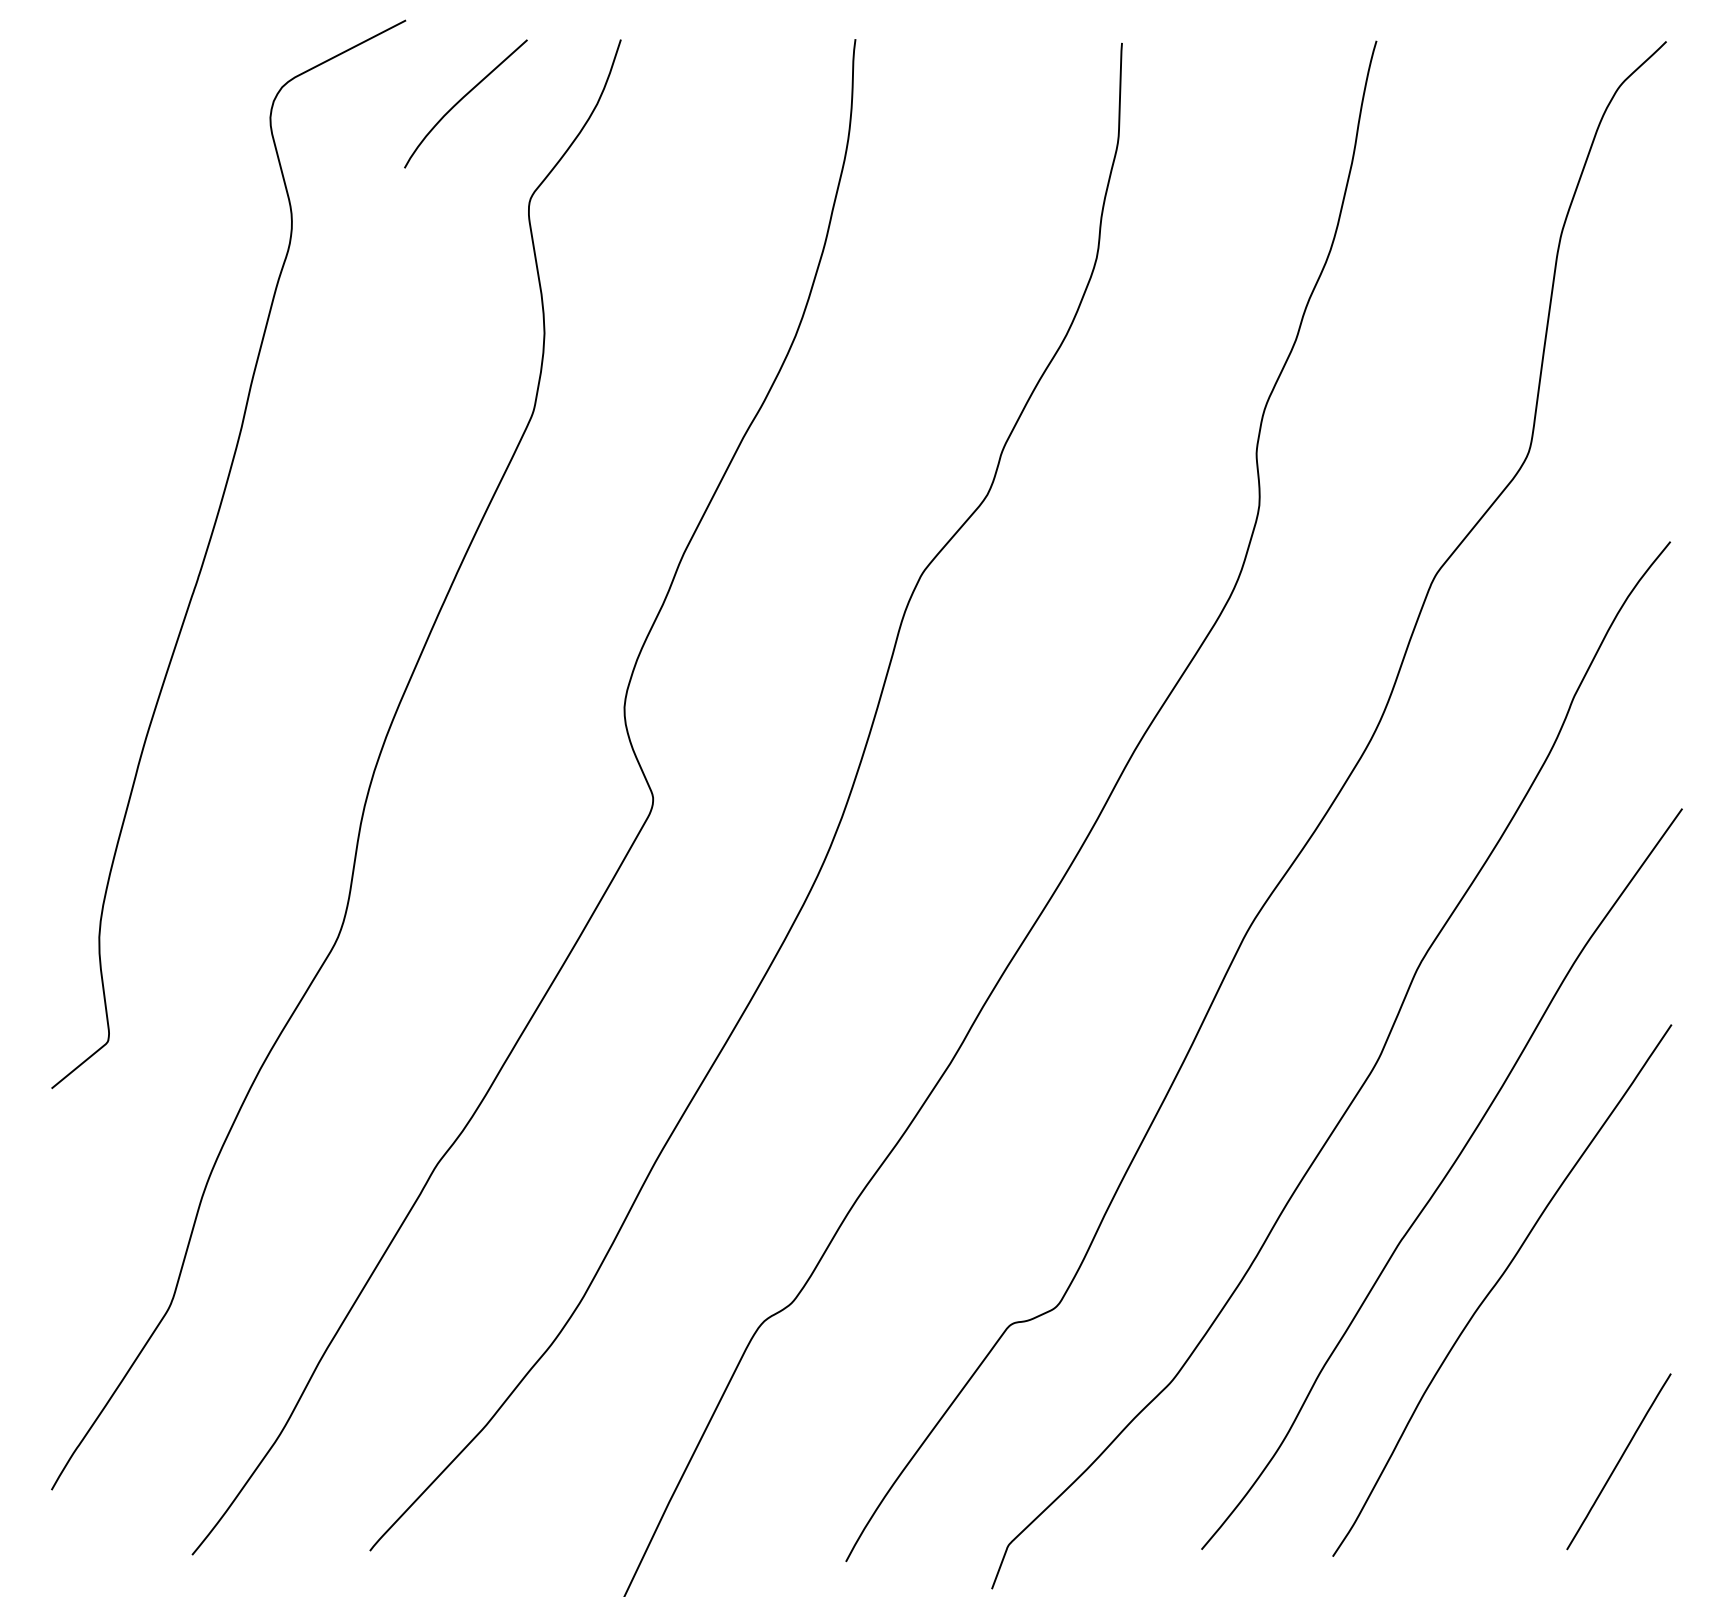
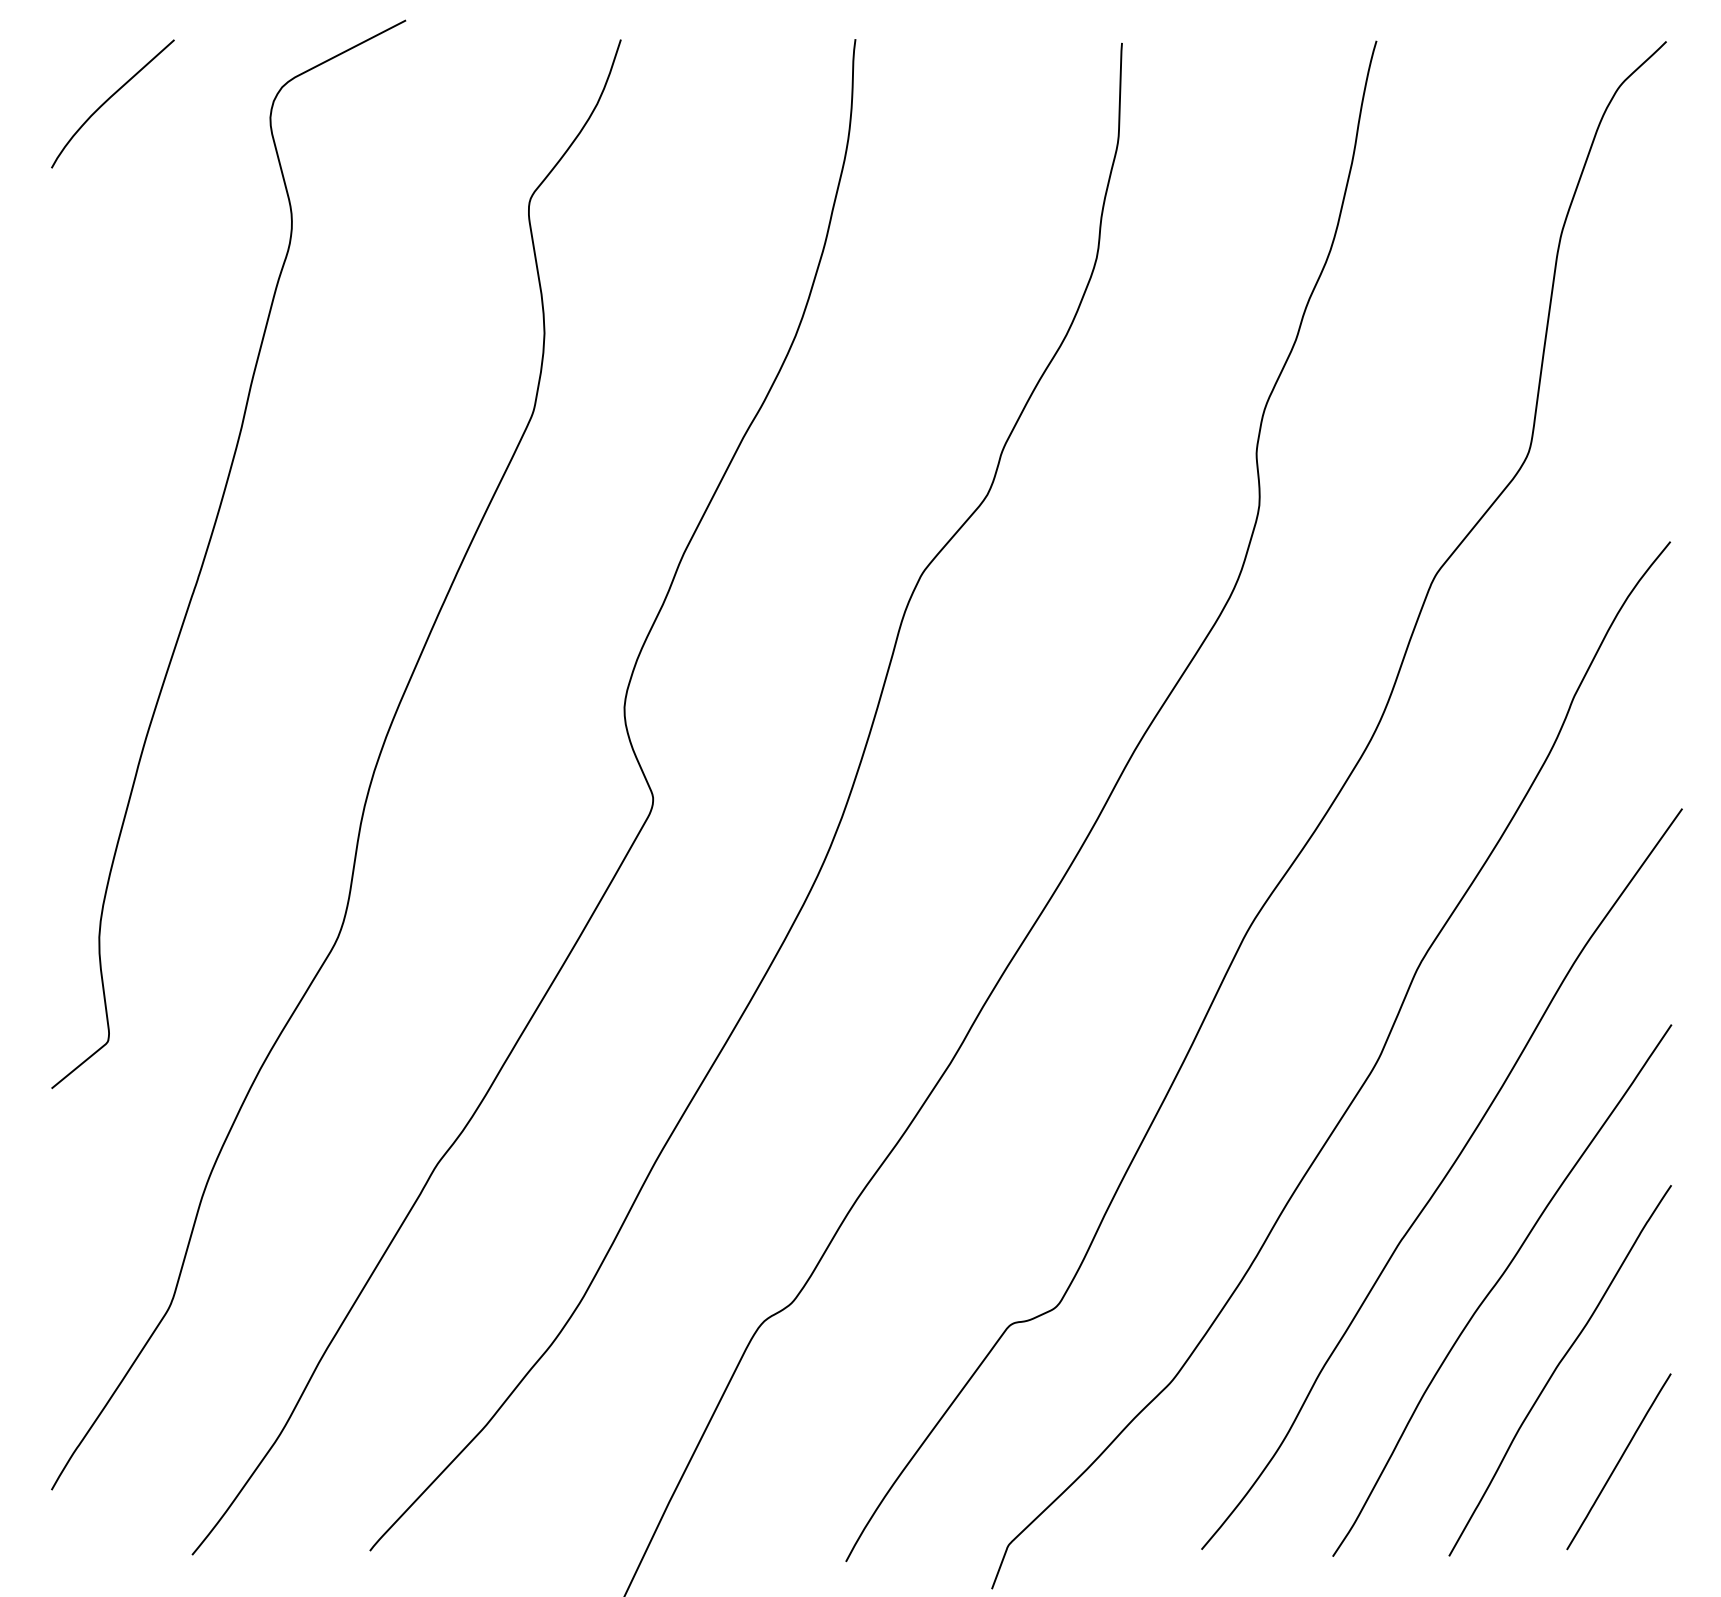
curve at (462, 99) position: (462, 99) -> (109, 99)
curve at (1557, 1368): none -> present
